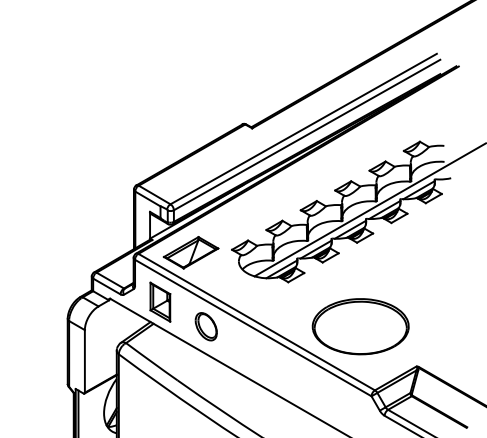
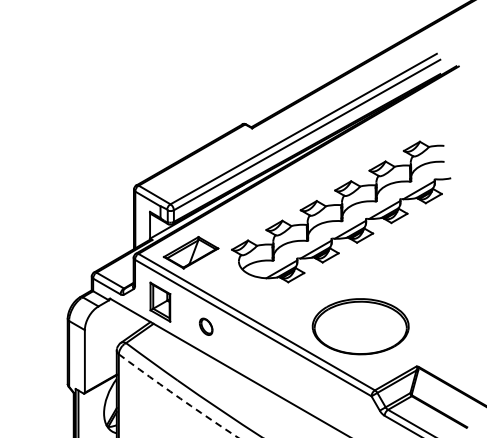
line at (368, 210): present -> none
part at (205, 326) size: 24x30 px -> 15x19 px
arc at (178, 397): solid -> dashed
